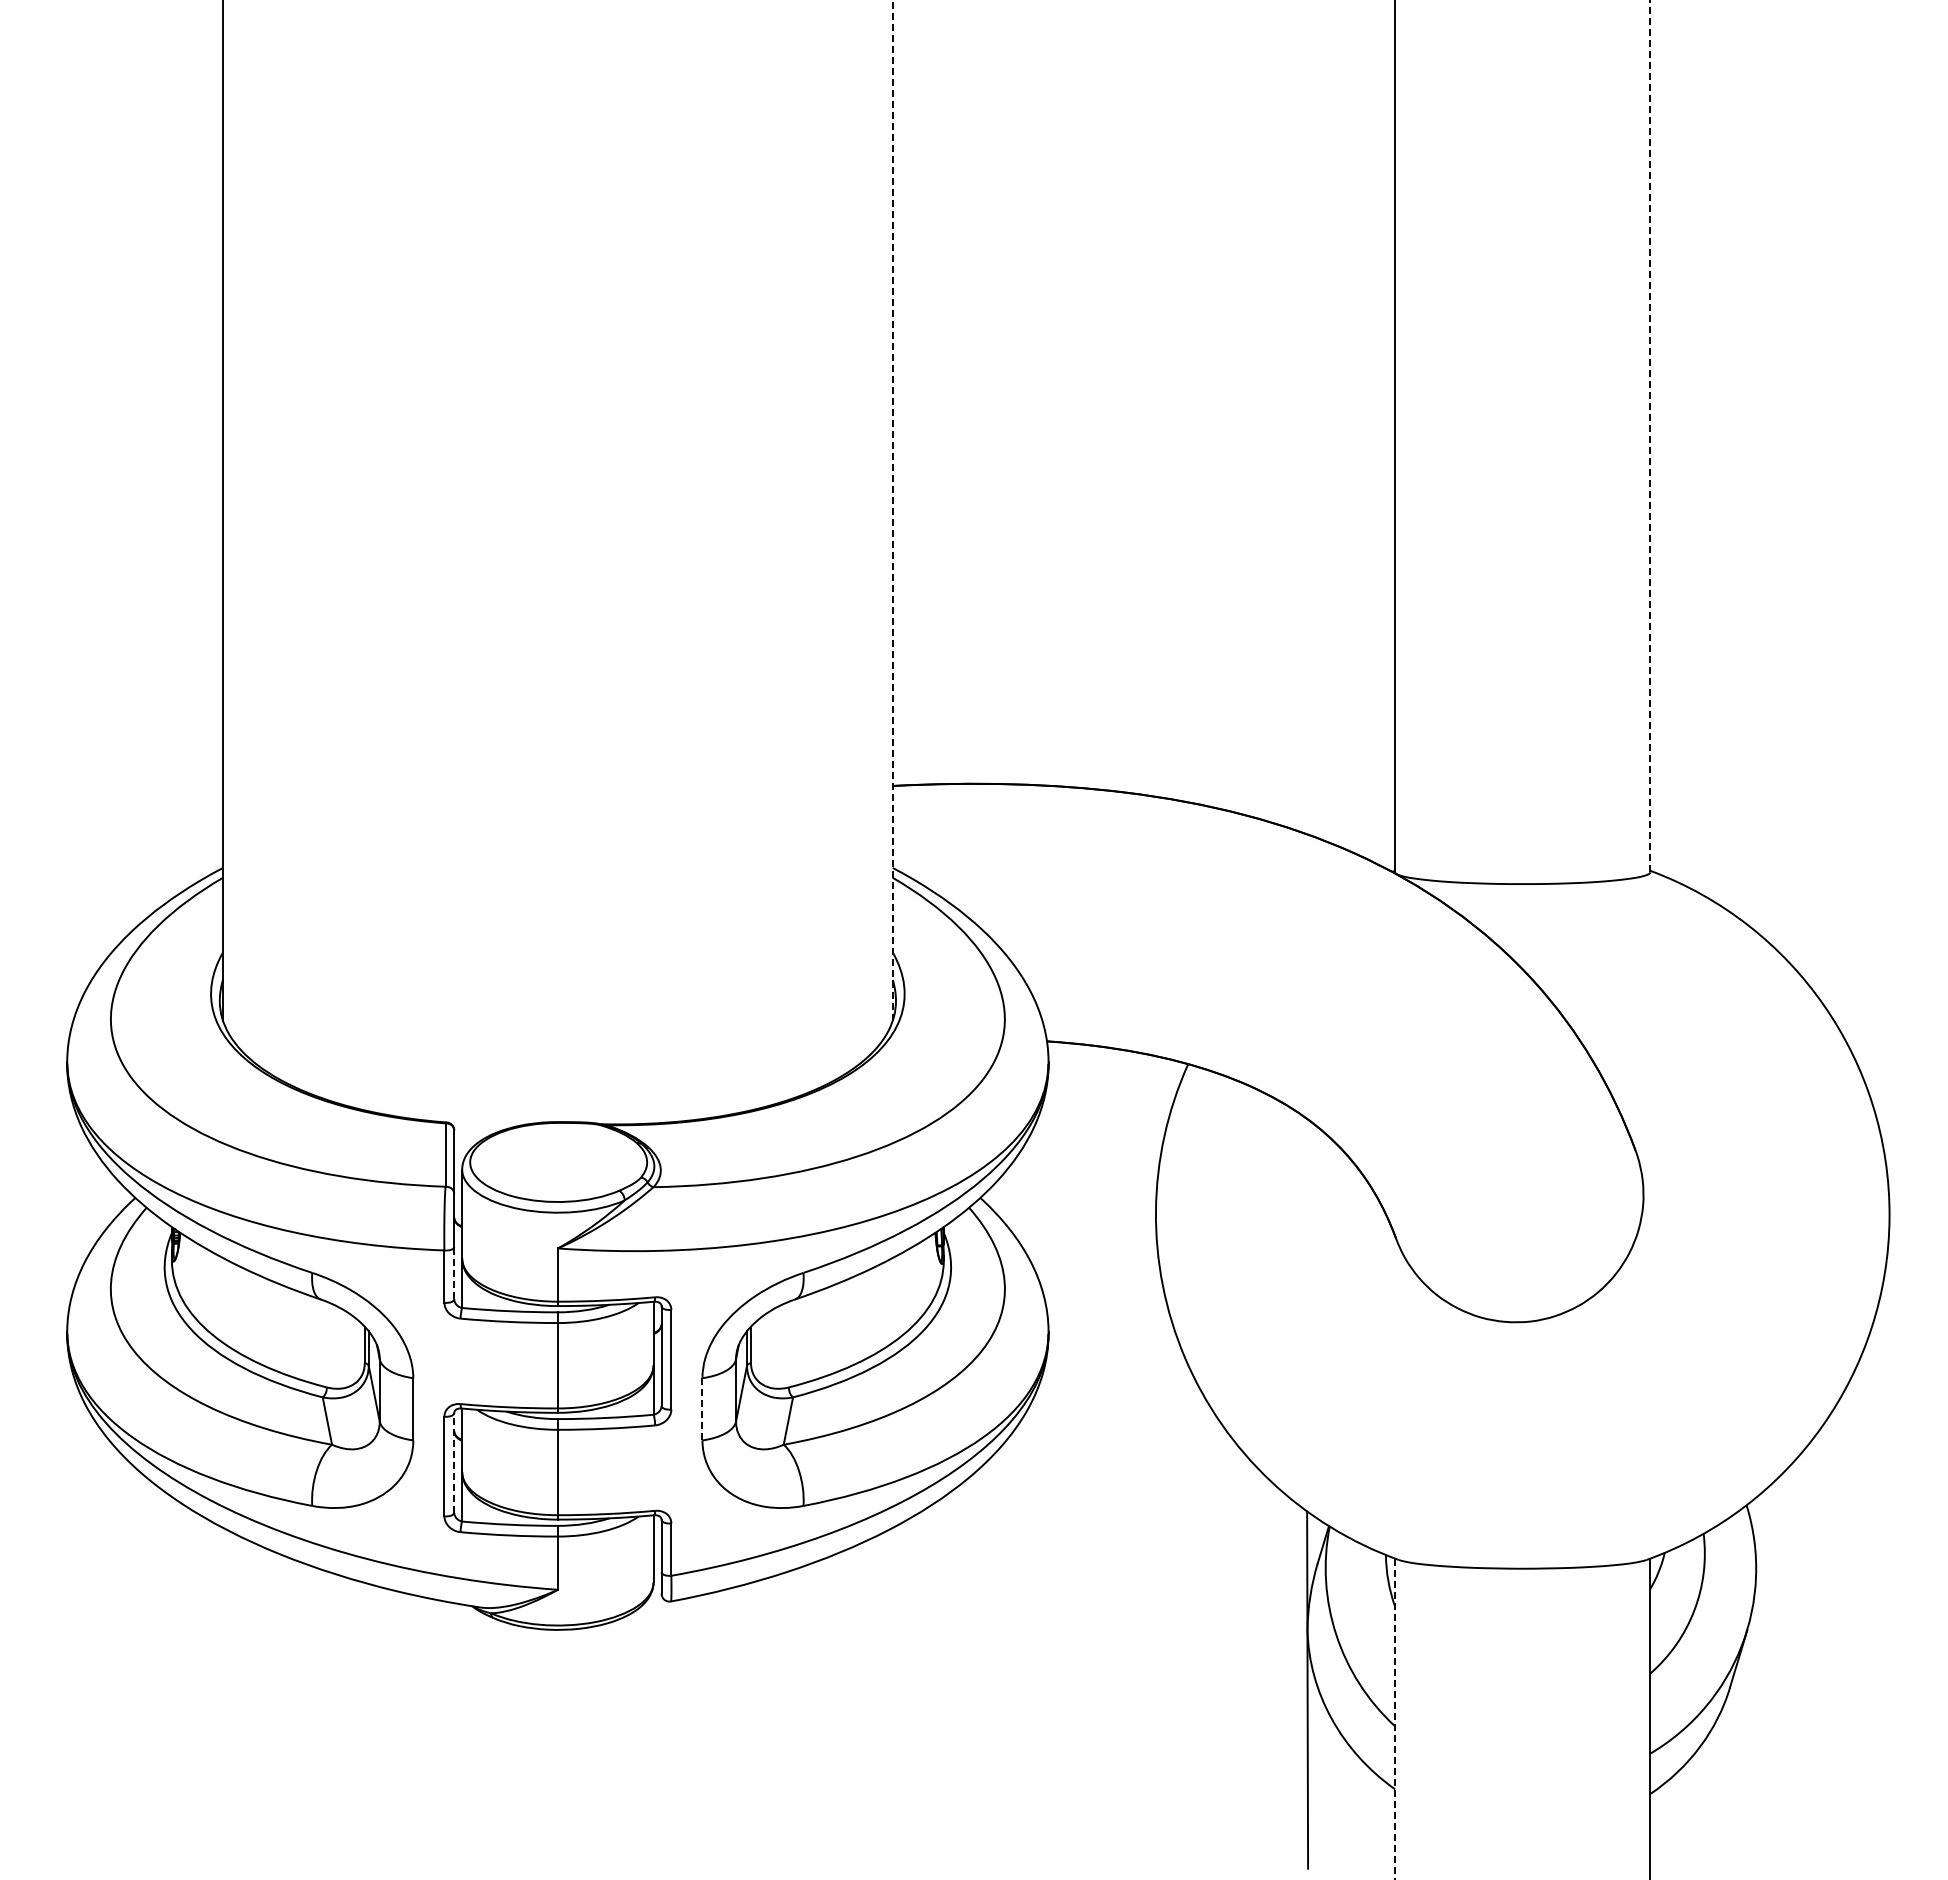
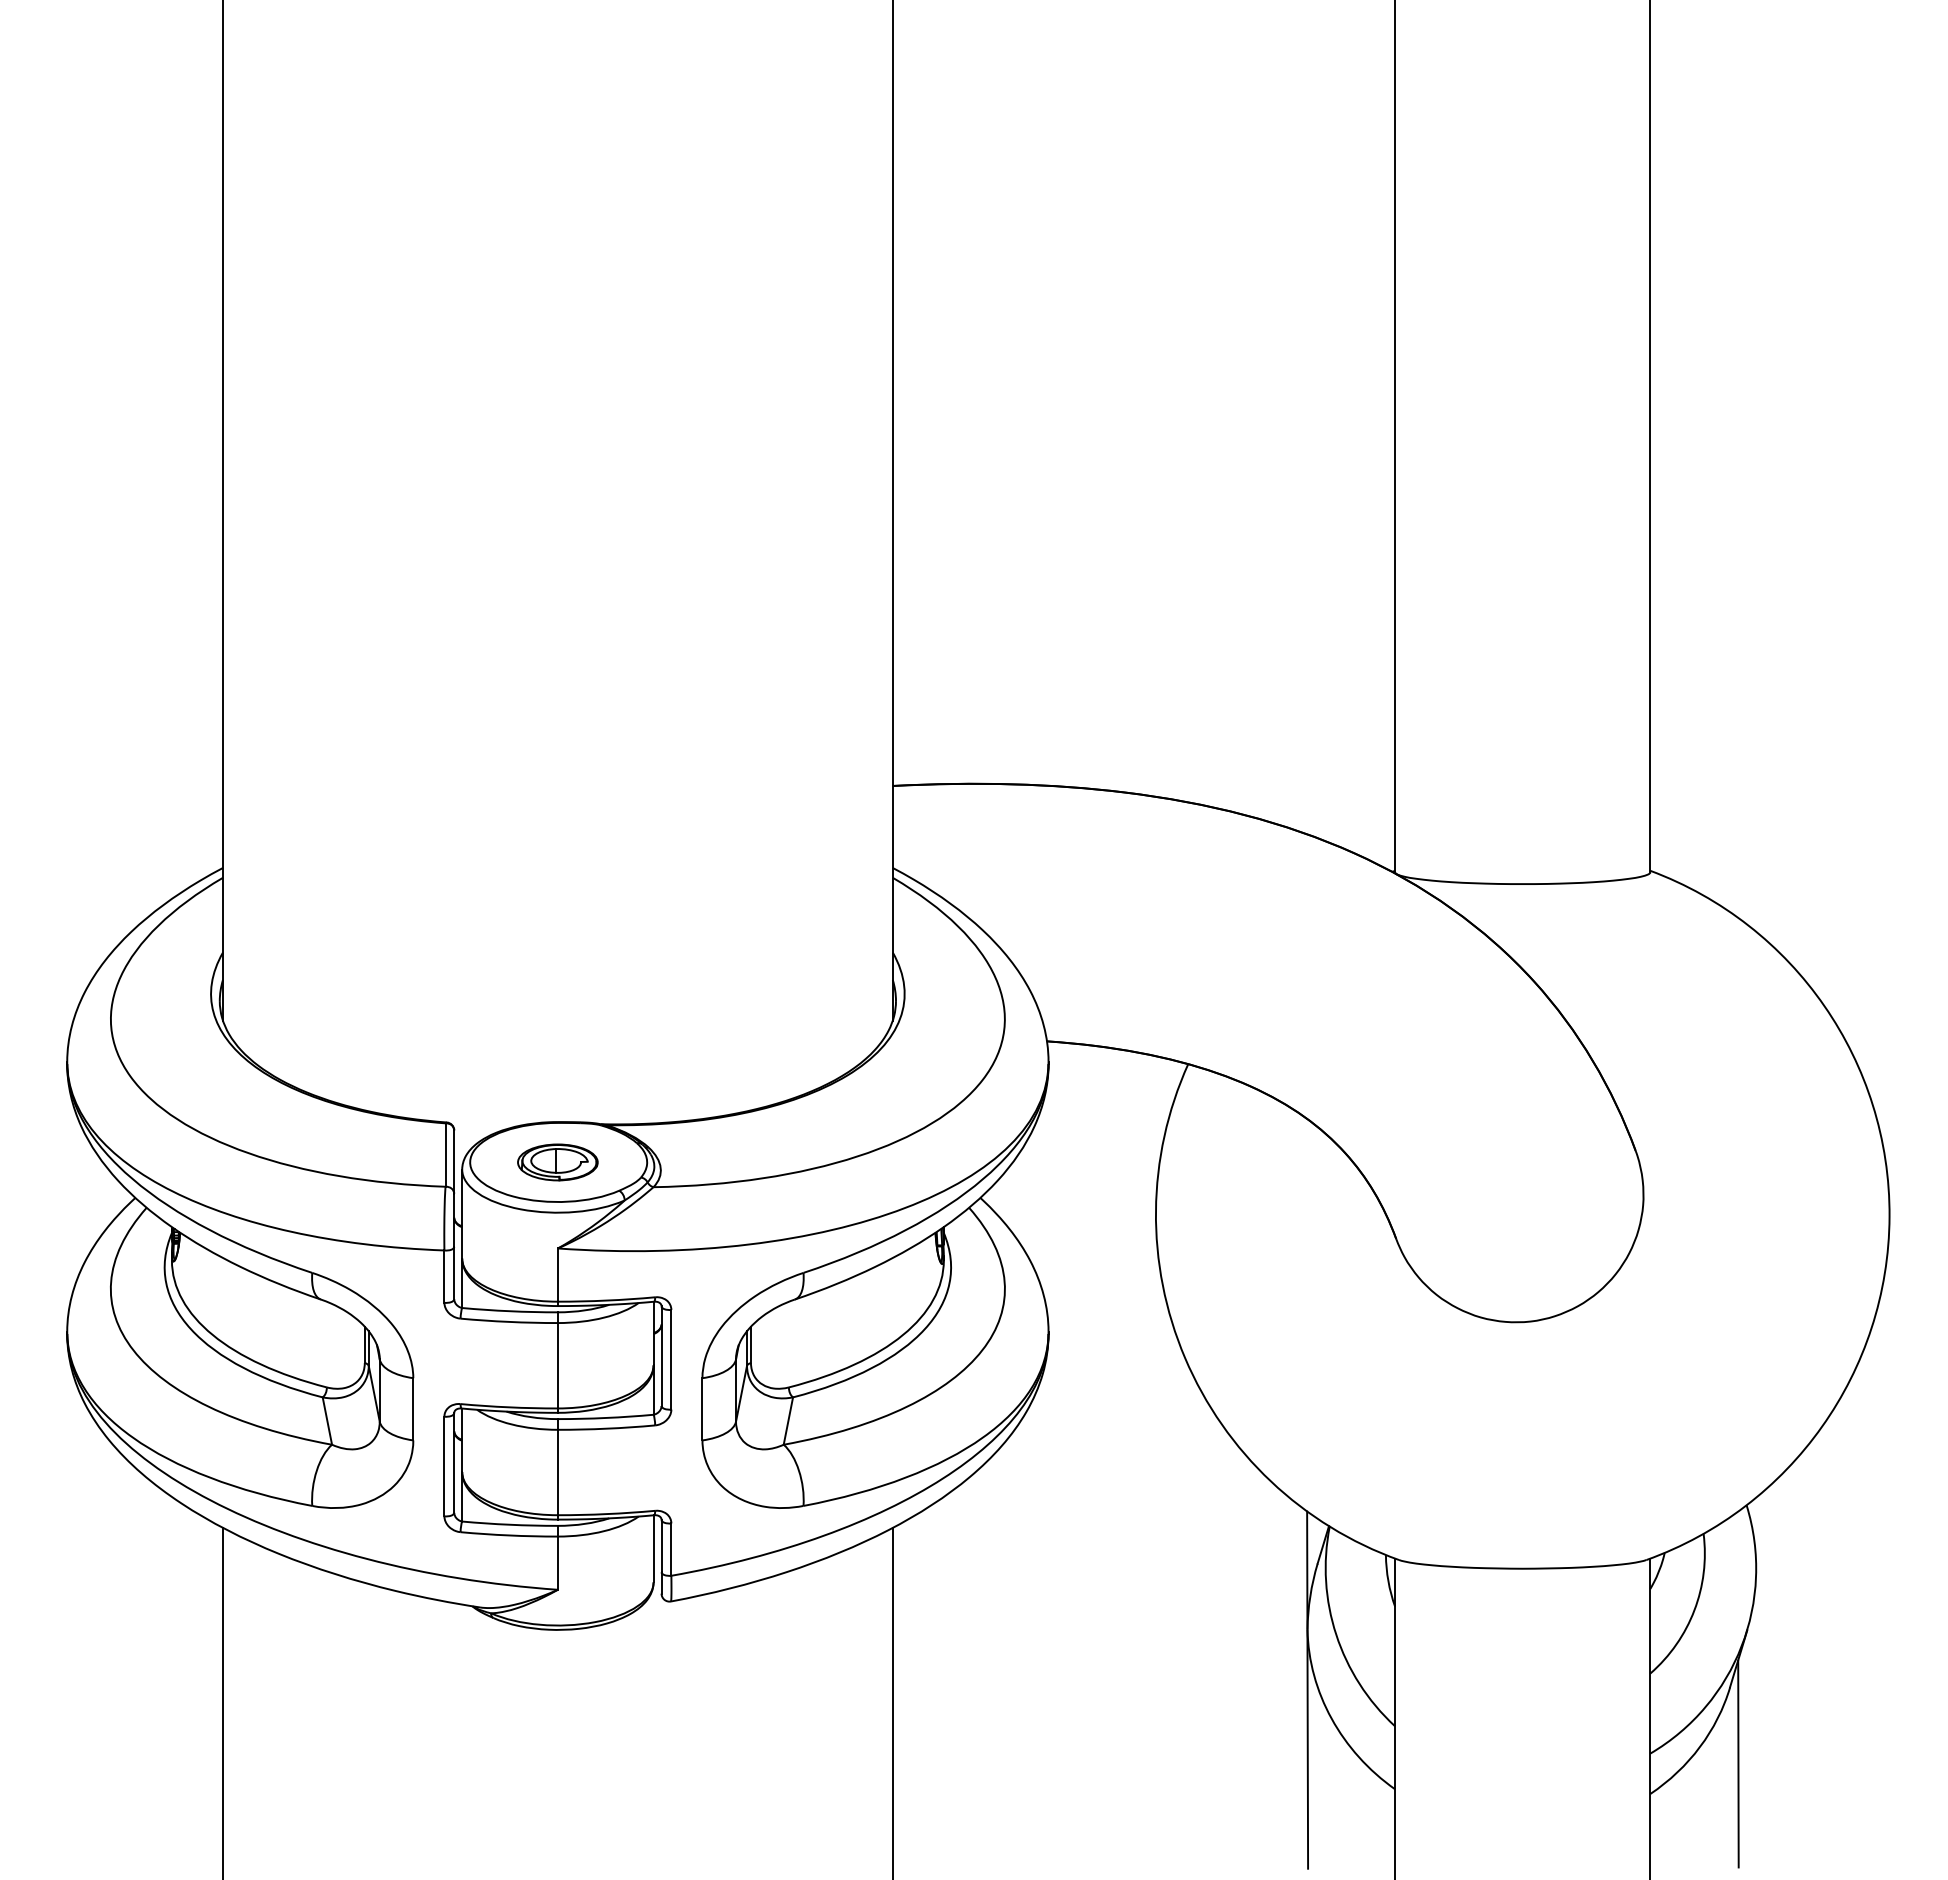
line at (1650, 436): dashed -> solid
line at (892, 510): dashed -> solid
part at (557, 1162): none -> present
line at (454, 1272): dashed -> solid
line at (702, 1409): dashed -> solid
line at (454, 1463): dashed -> solid
line at (222, 1701): none -> present
line at (892, 1701): none -> present
line at (1395, 1719): dashed -> solid
line at (1738, 1763): none -> present
